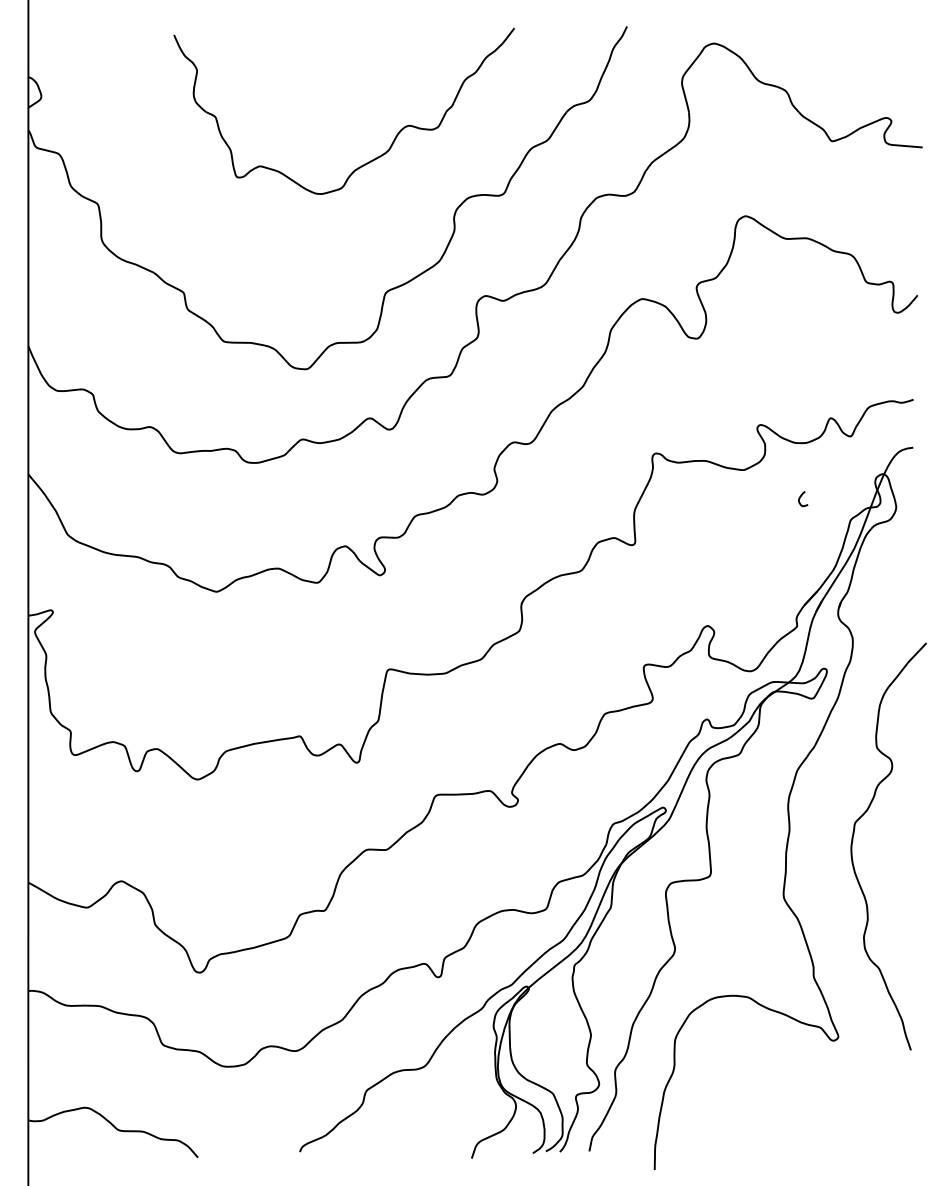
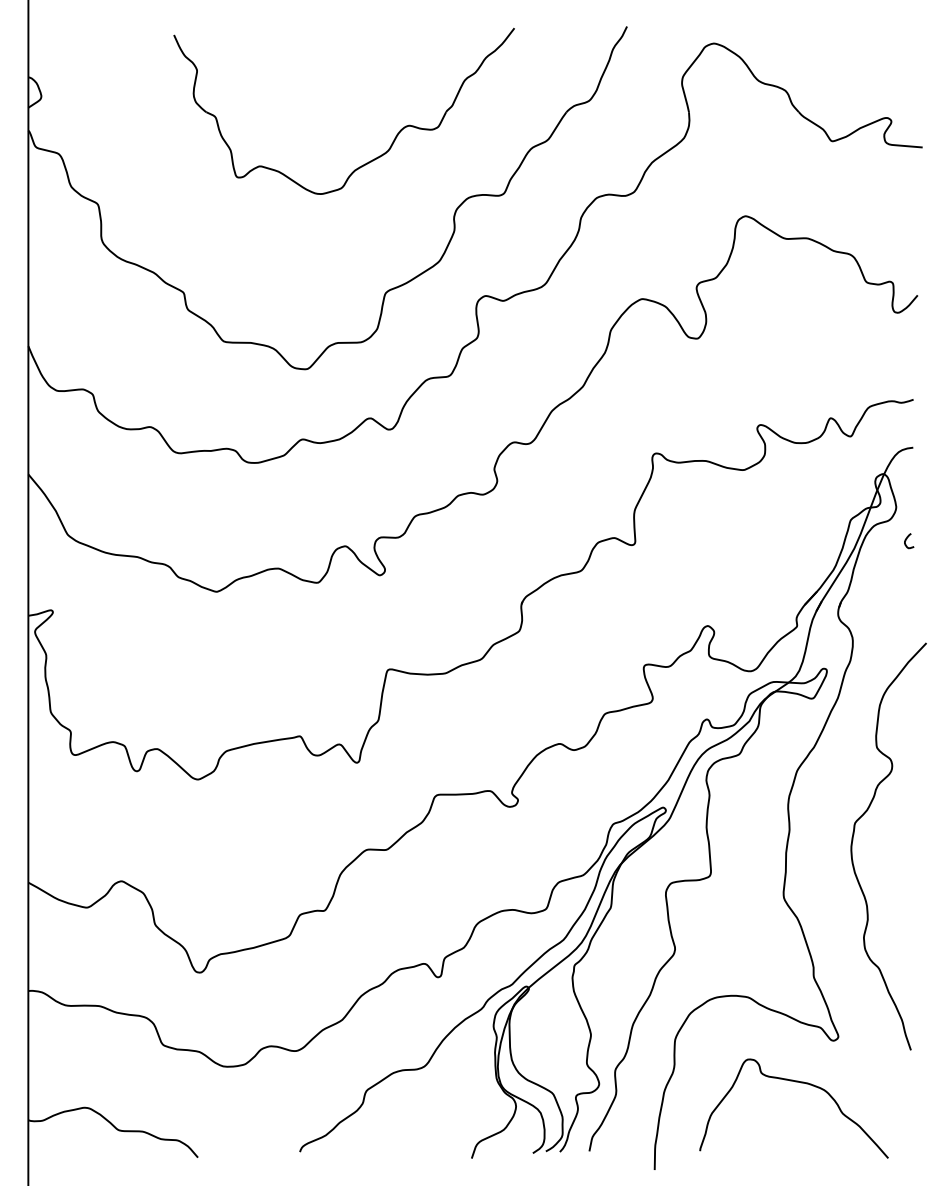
curve at (801, 497) position: (801, 497) -> (907, 539)
curve at (795, 1082): none -> present
